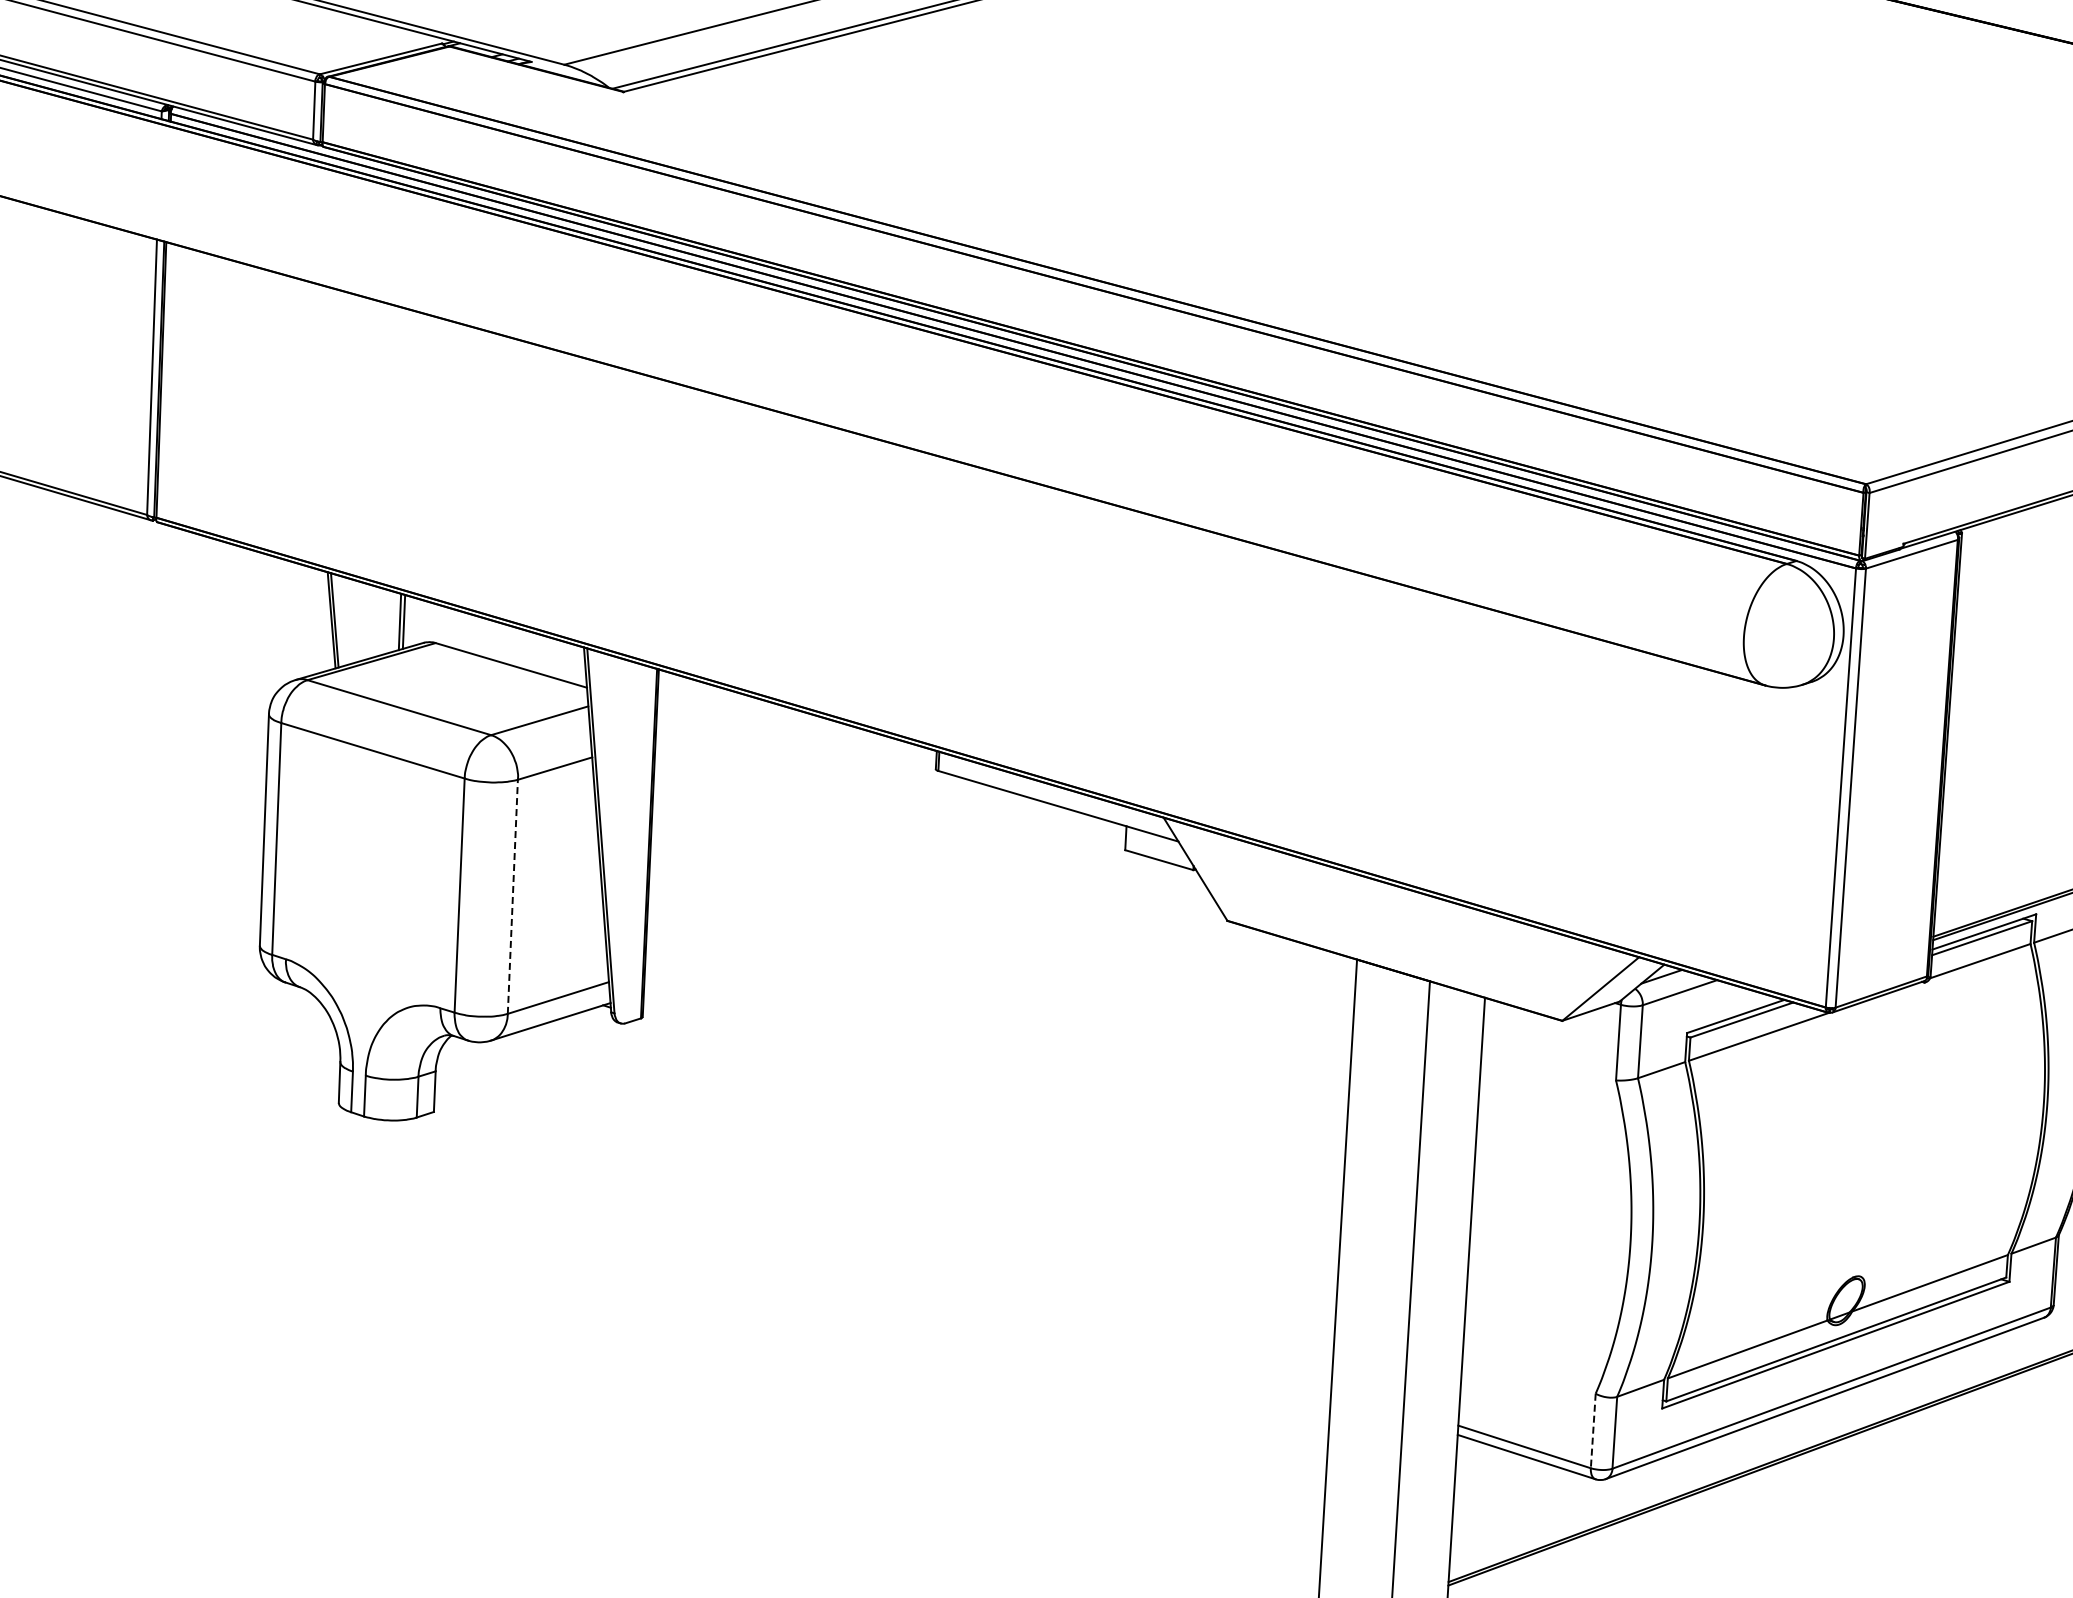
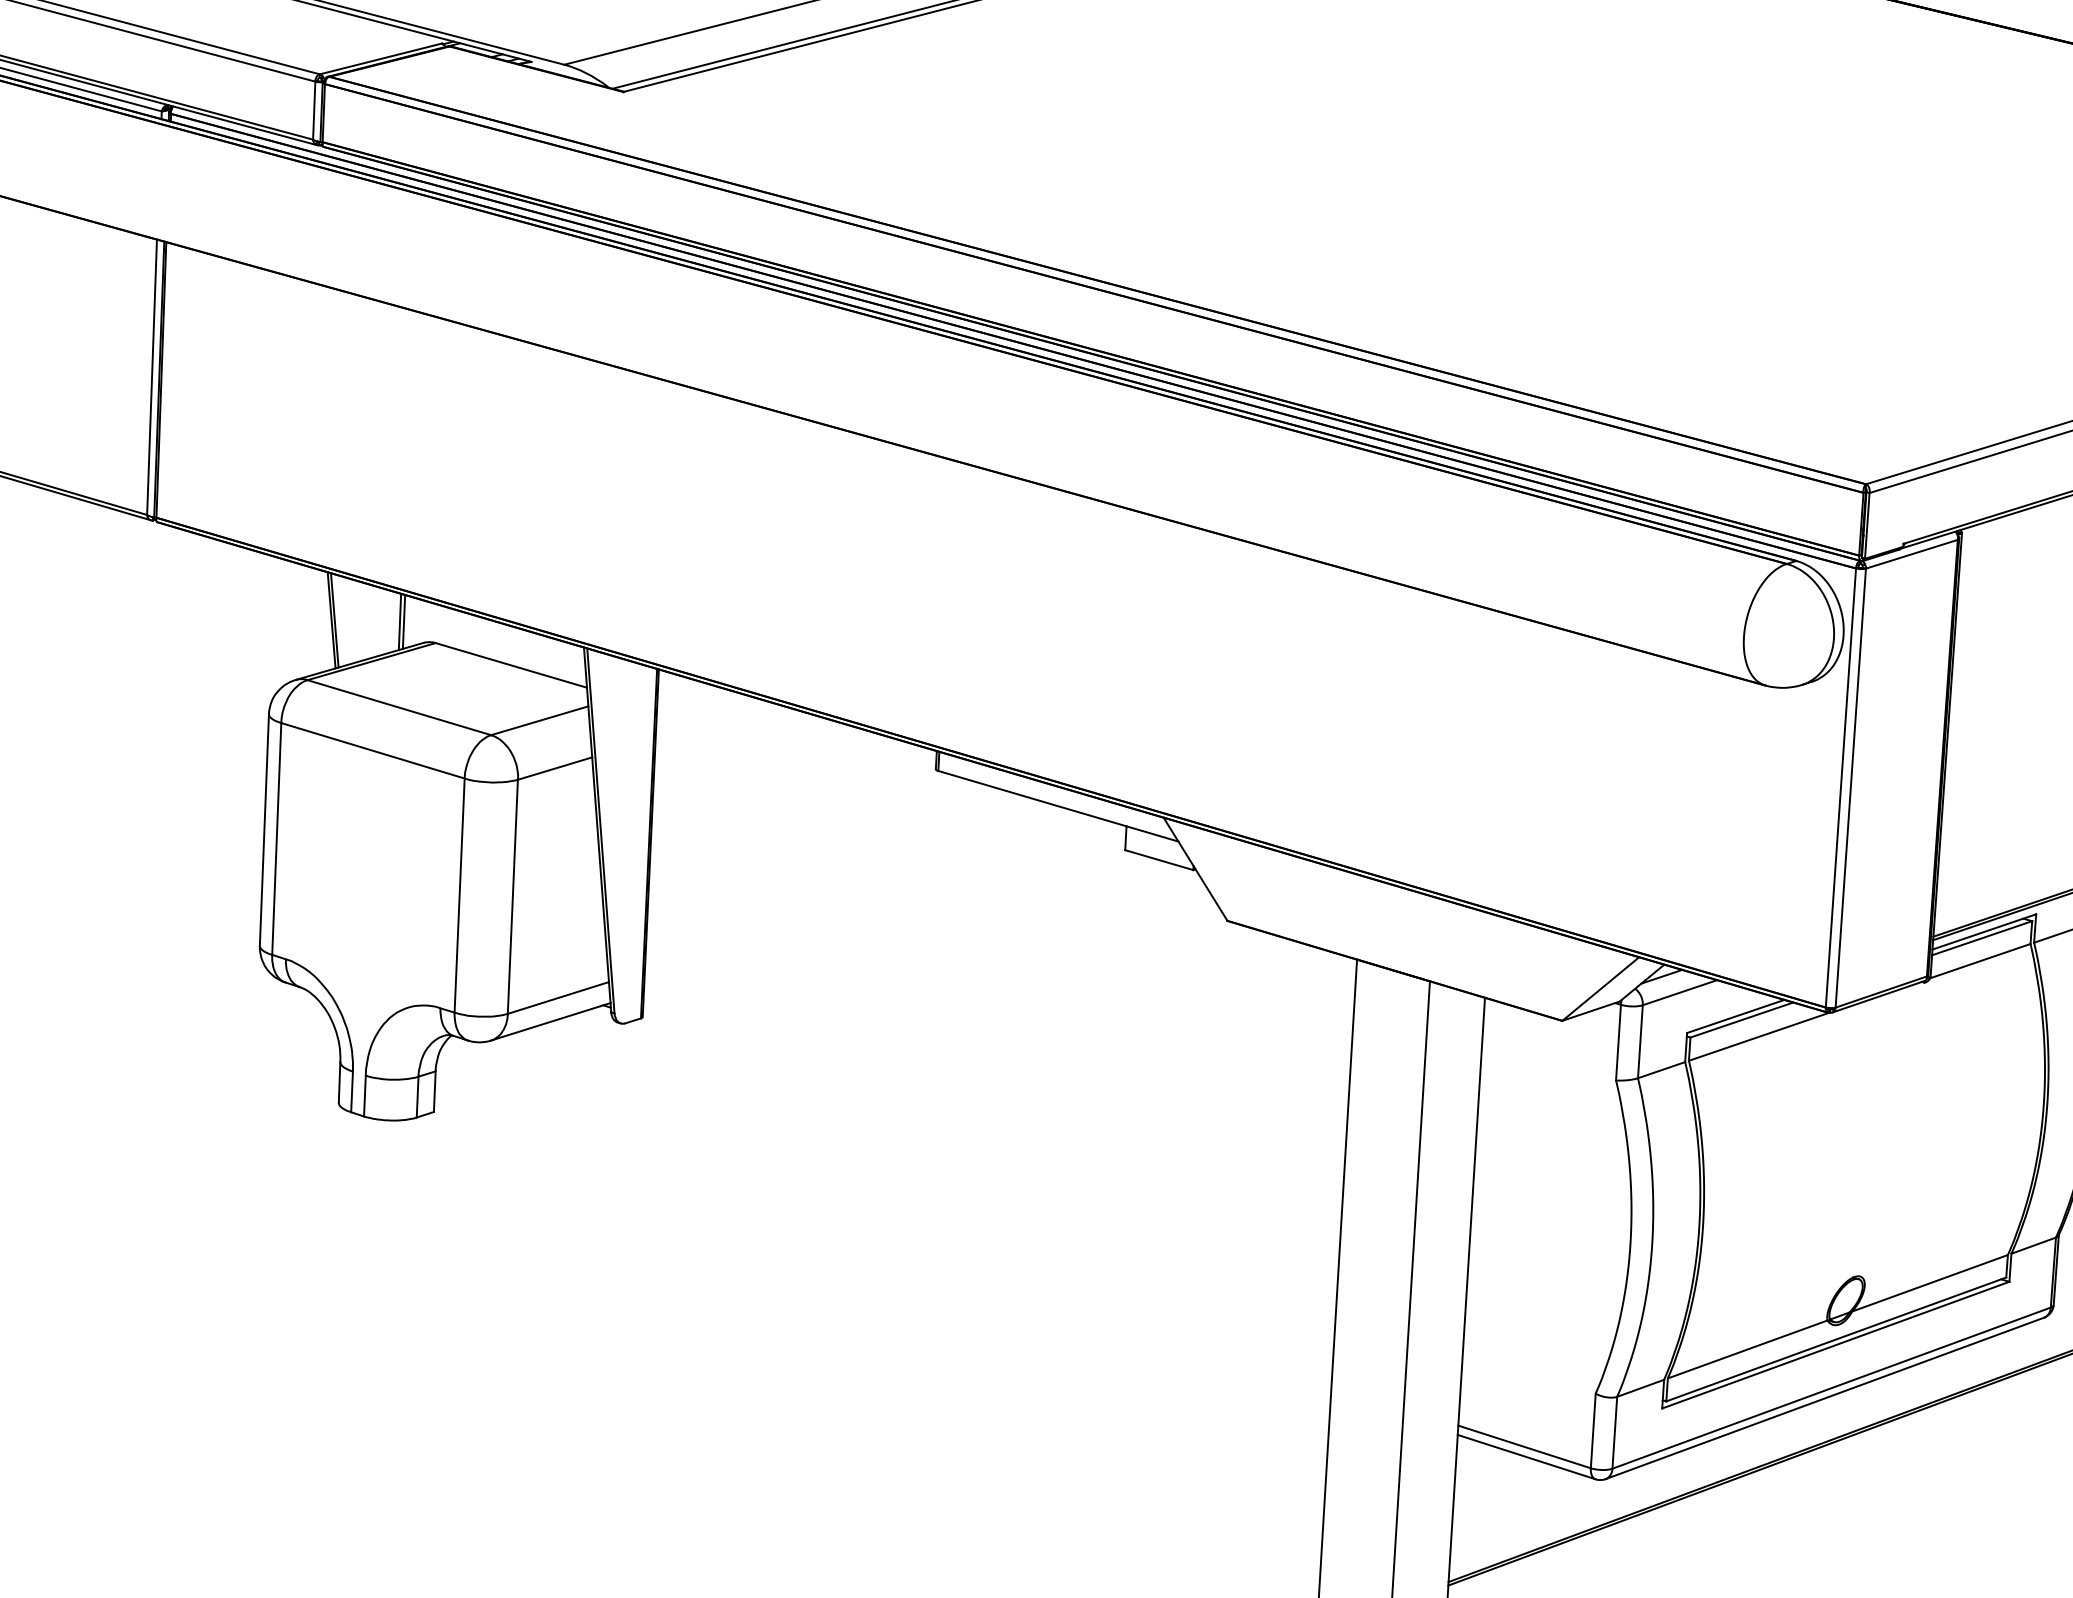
line at (512, 896): dashed -> solid
line at (1593, 1431): dashed -> solid
